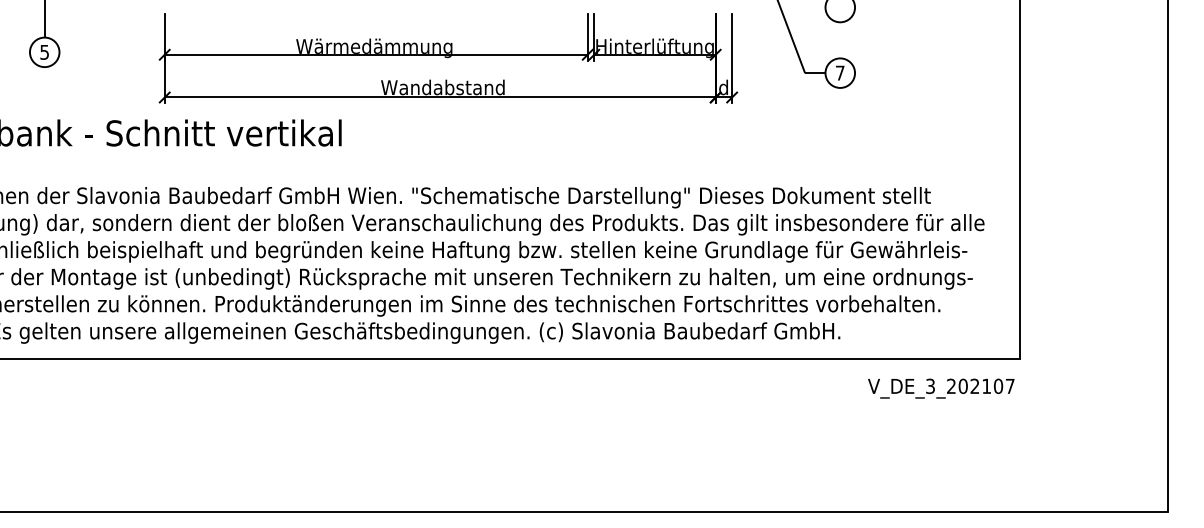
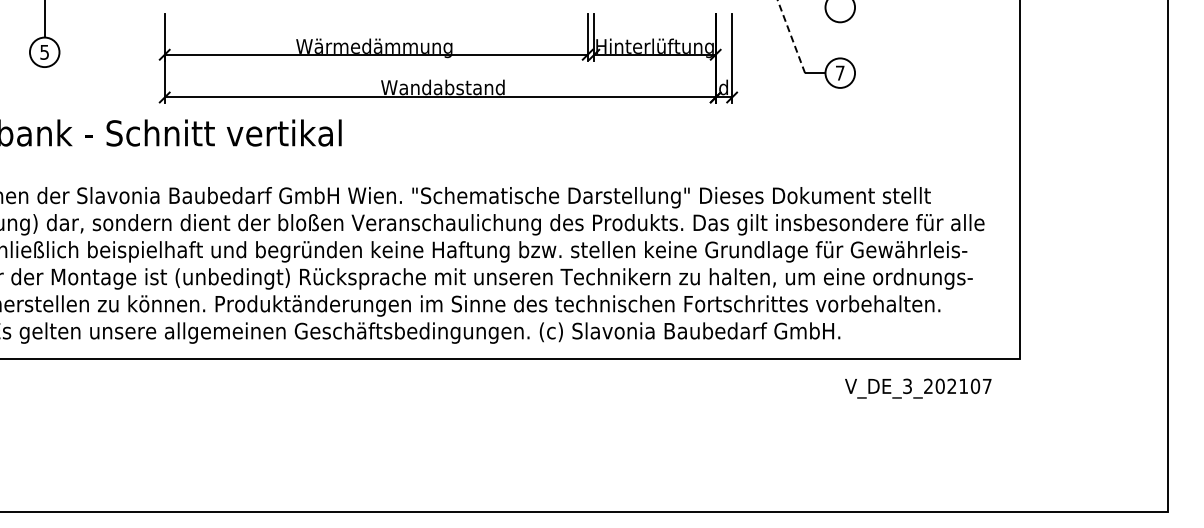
line at (791, 36): solid -> dashed
text at (941, 388) position: (941, 388) -> (918, 388)
